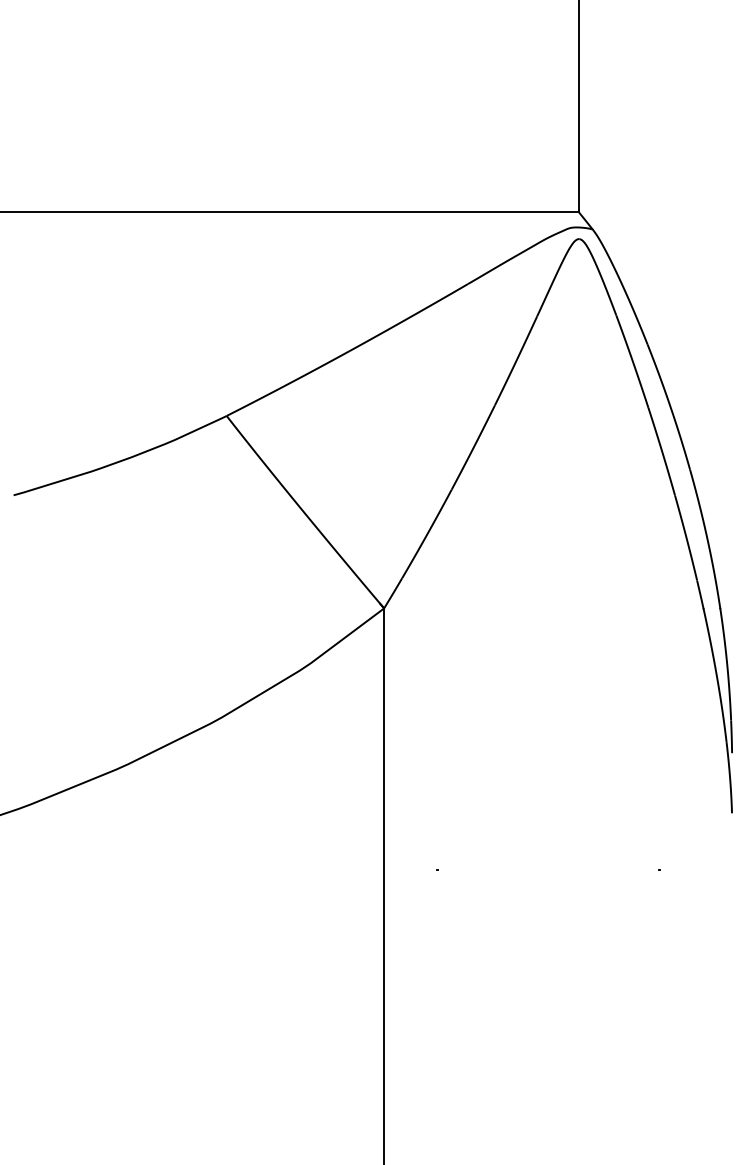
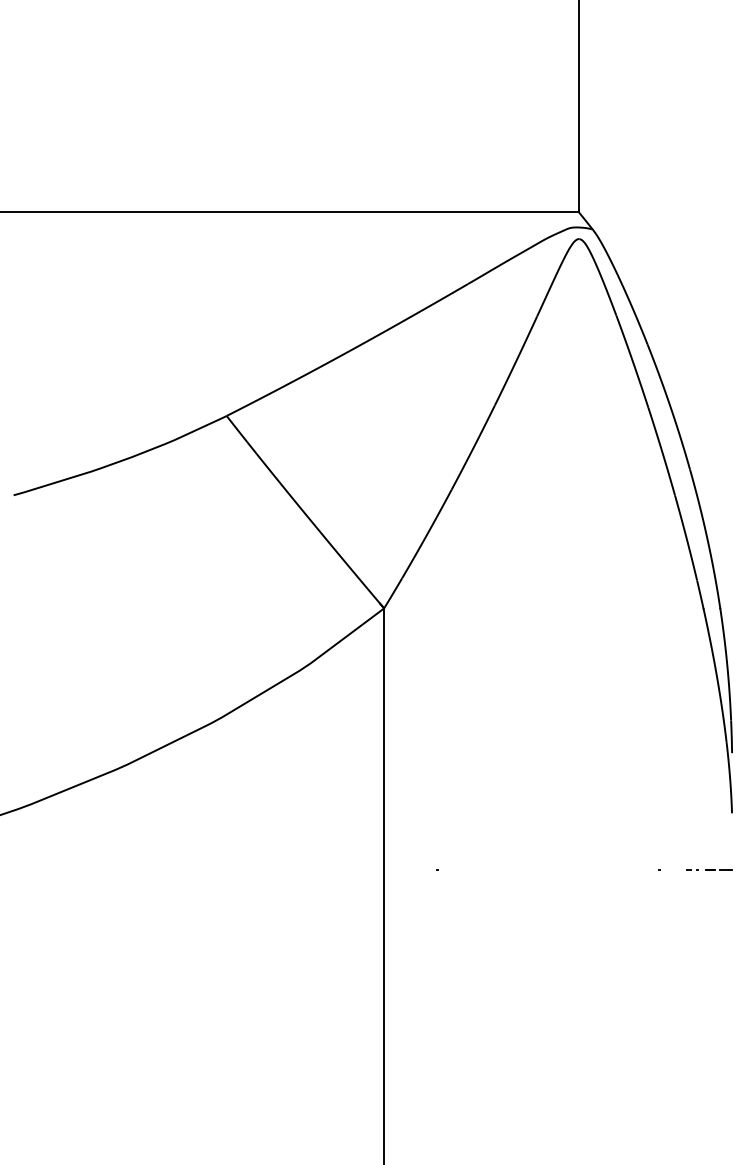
line at (709, 869): none -> present
